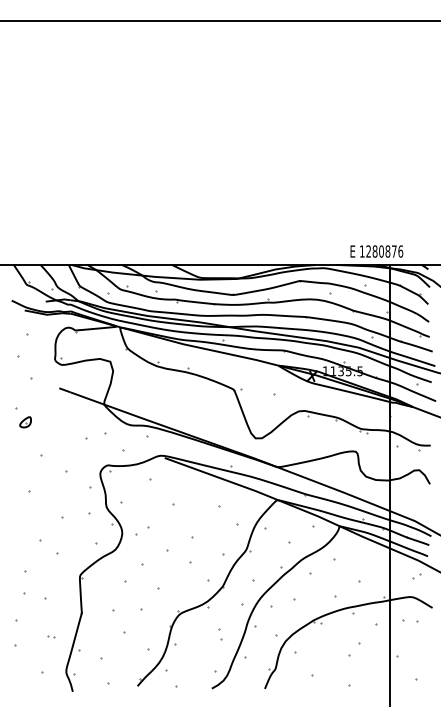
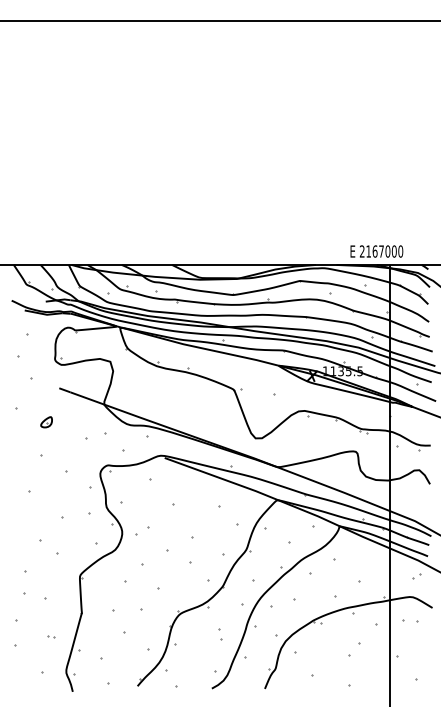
text at (381, 251): 1280876 -> 2167000
part at (25, 422) position: (25, 422) -> (46, 422)
